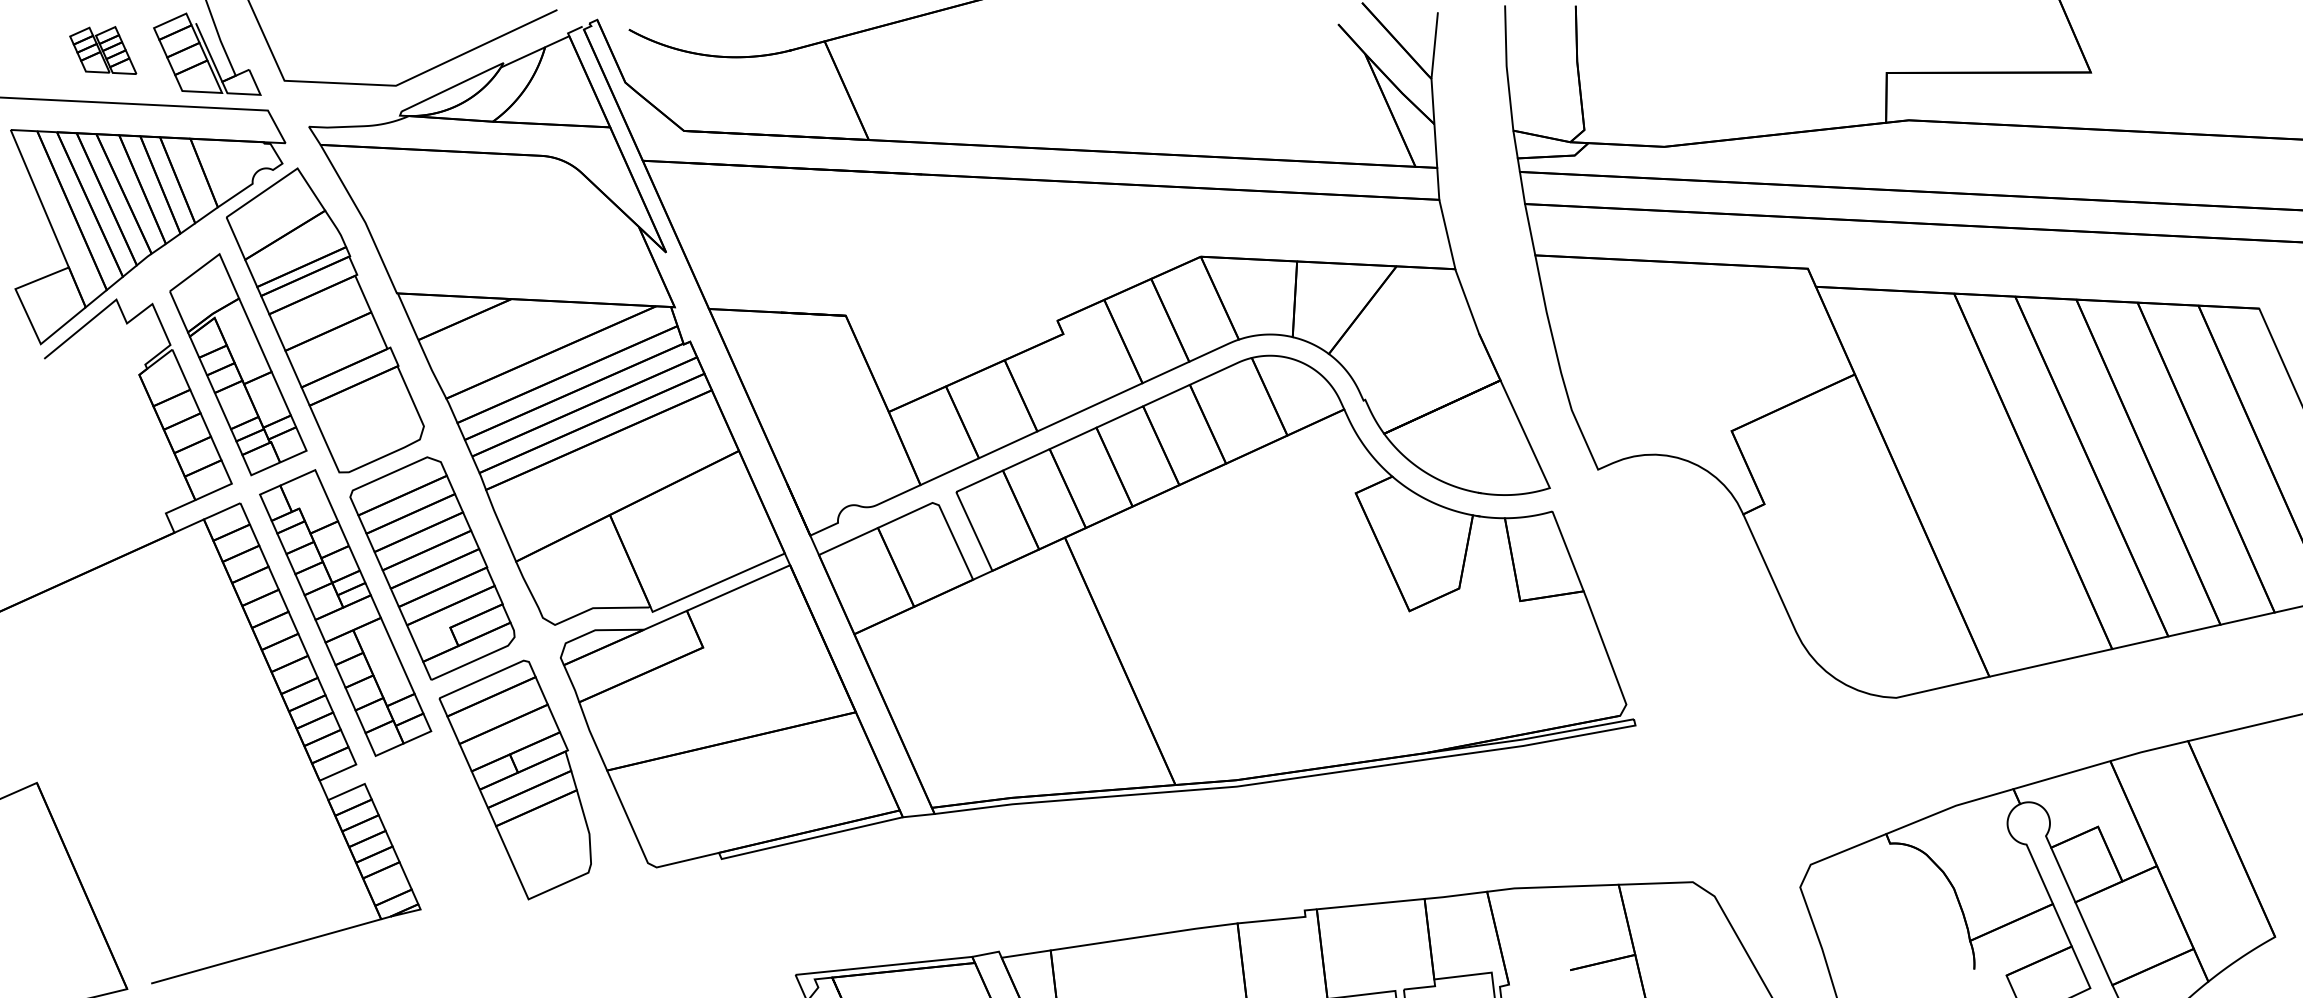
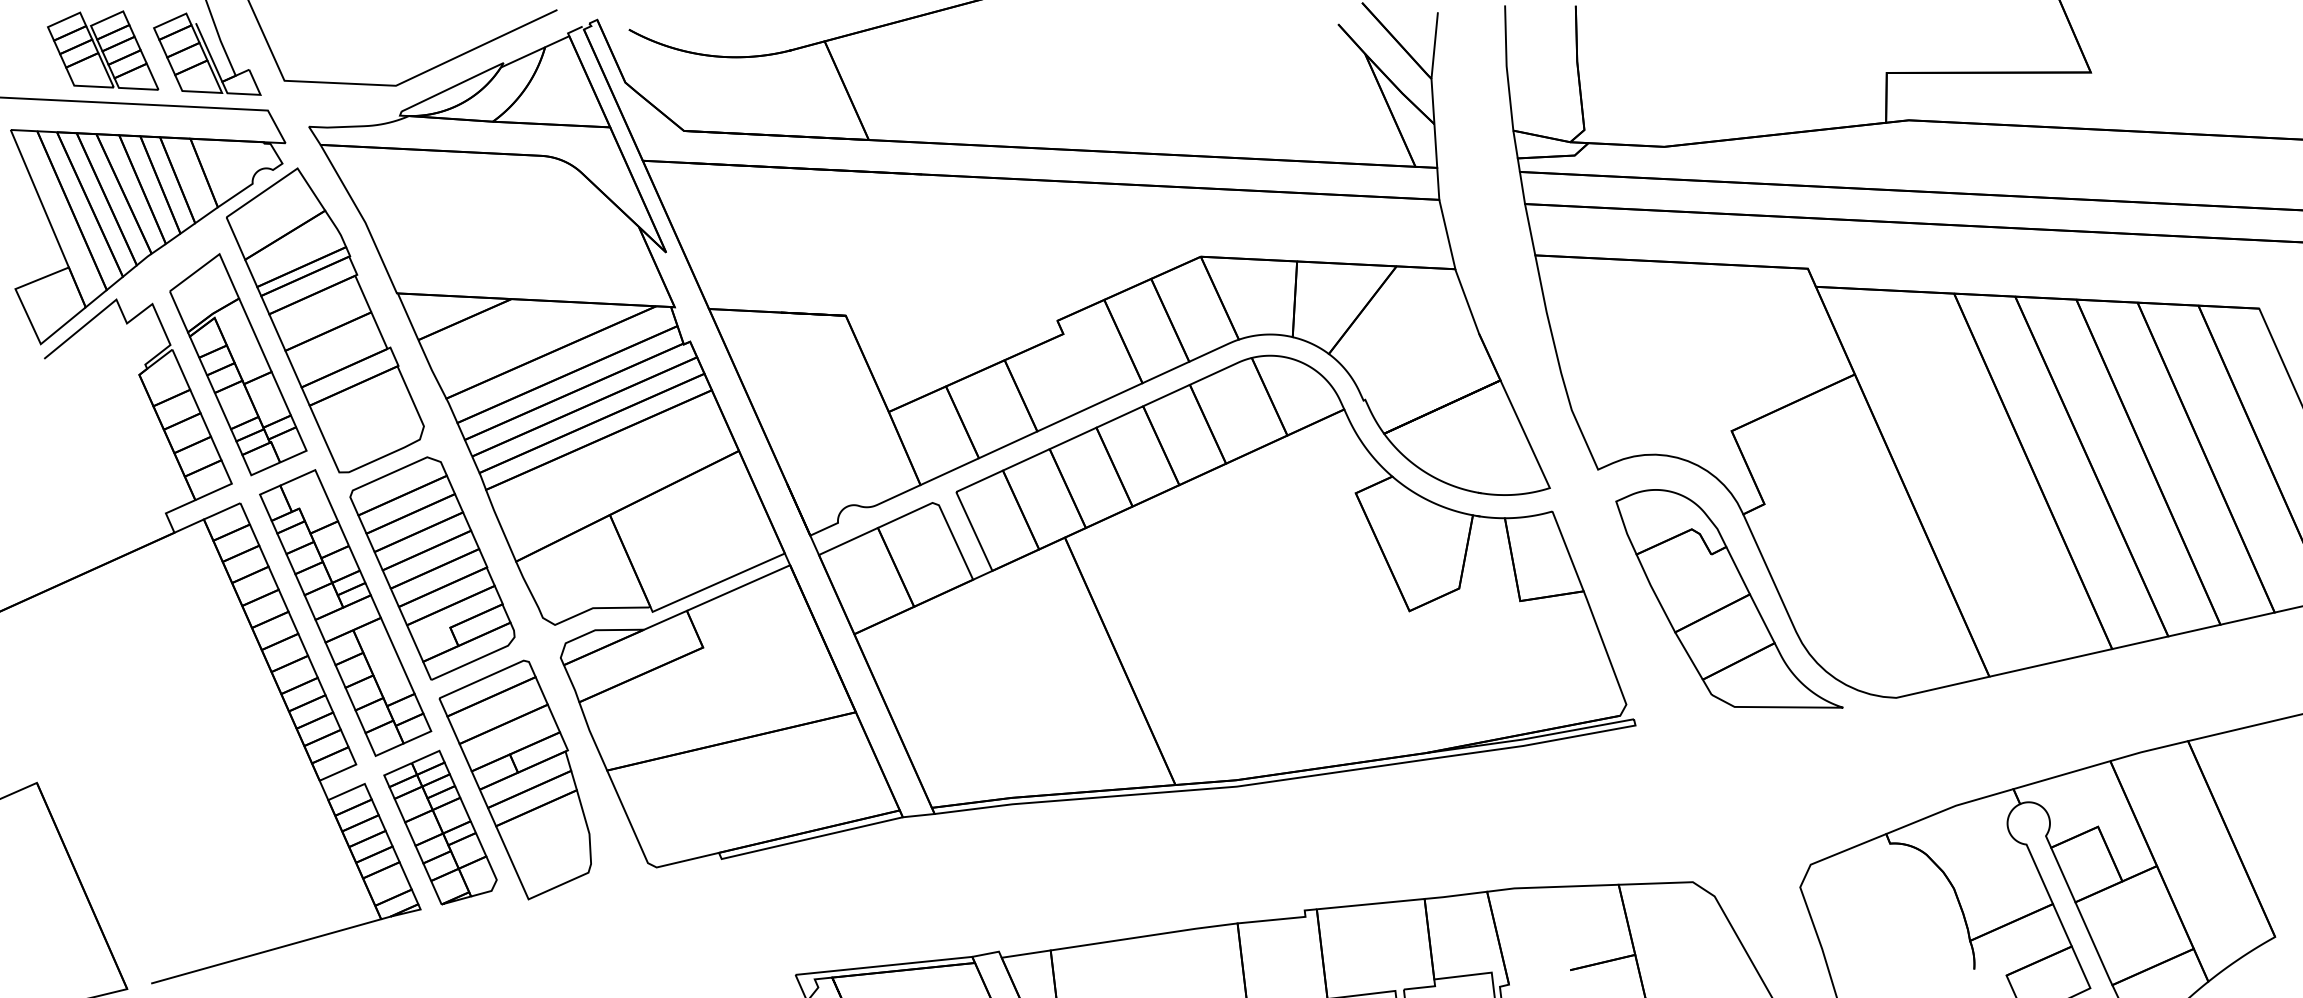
part at (103, 50) size: 69x49 px -> 113x81 px
part at (1729, 598): none -> present
part at (440, 827): none -> present
